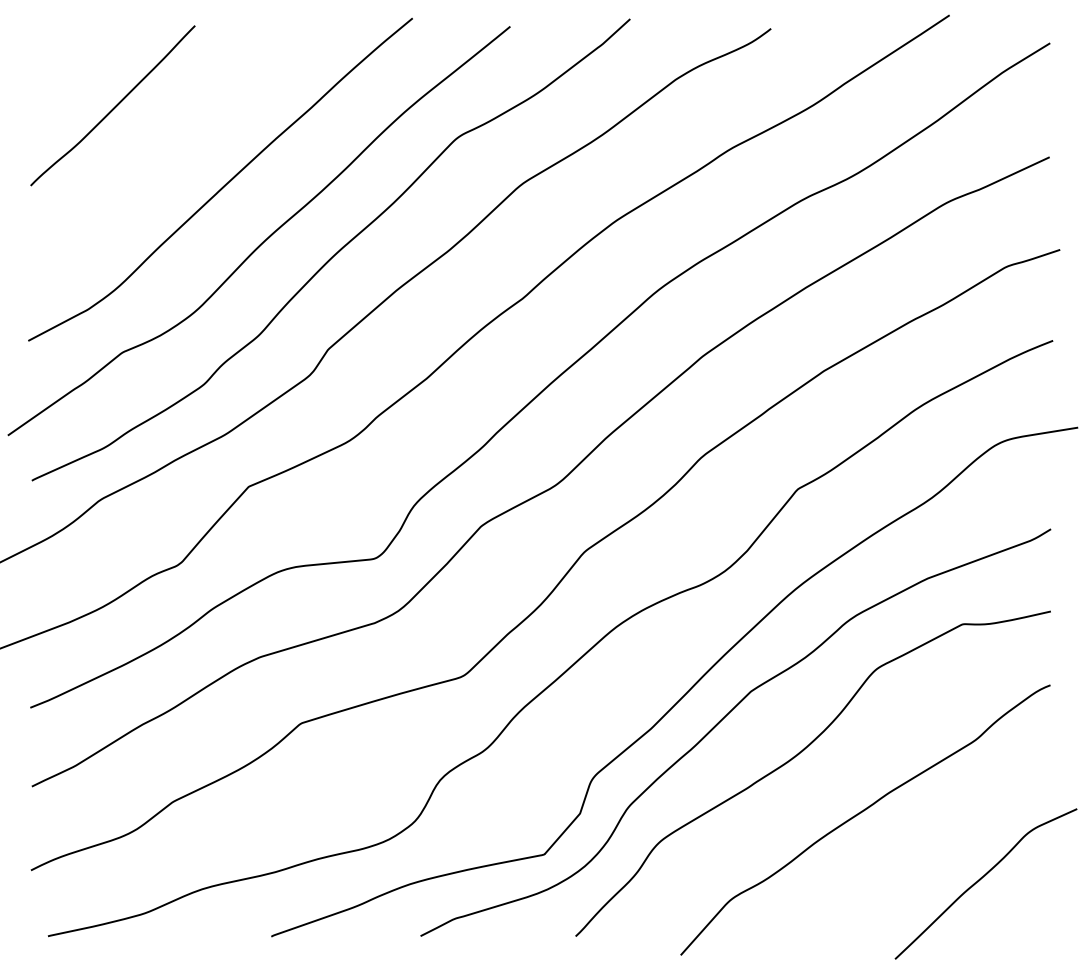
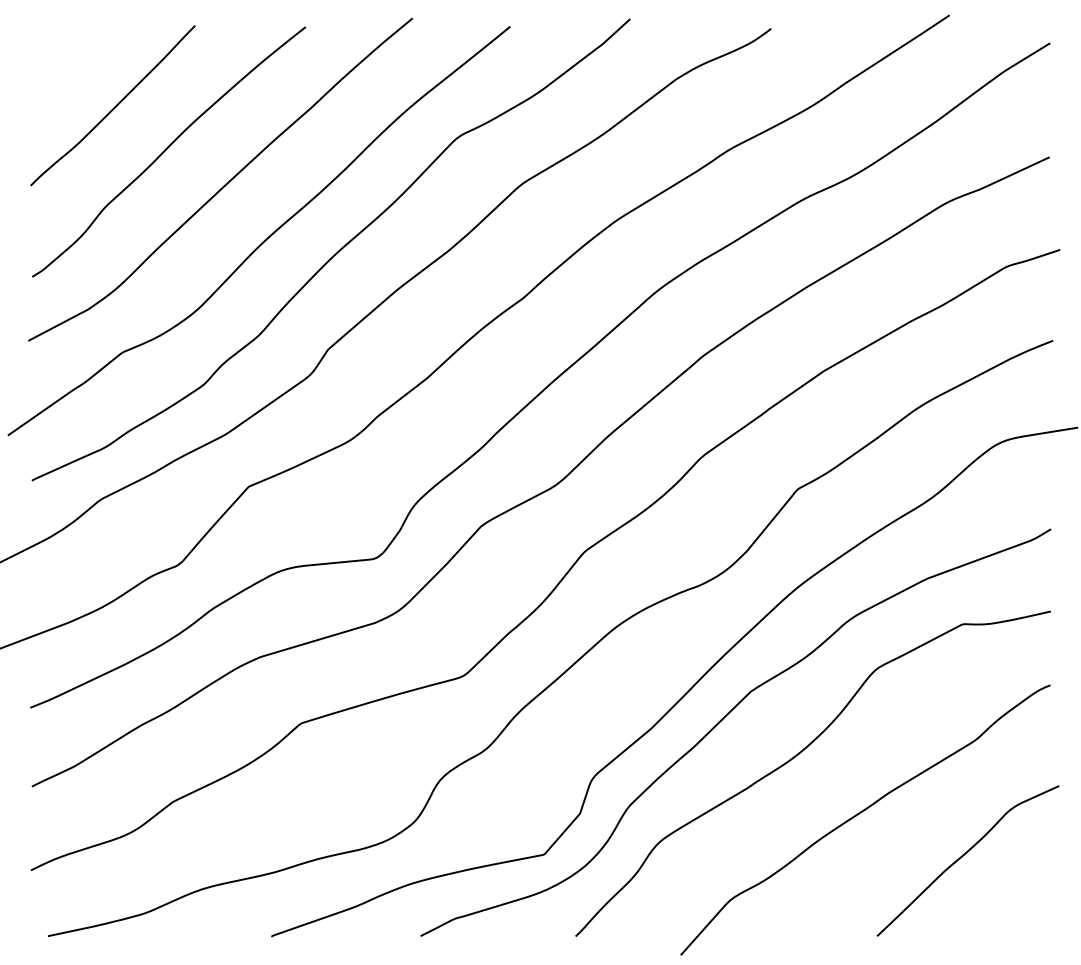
curve at (167, 149): none -> present
curve at (981, 879) position: (981, 879) -> (963, 856)
